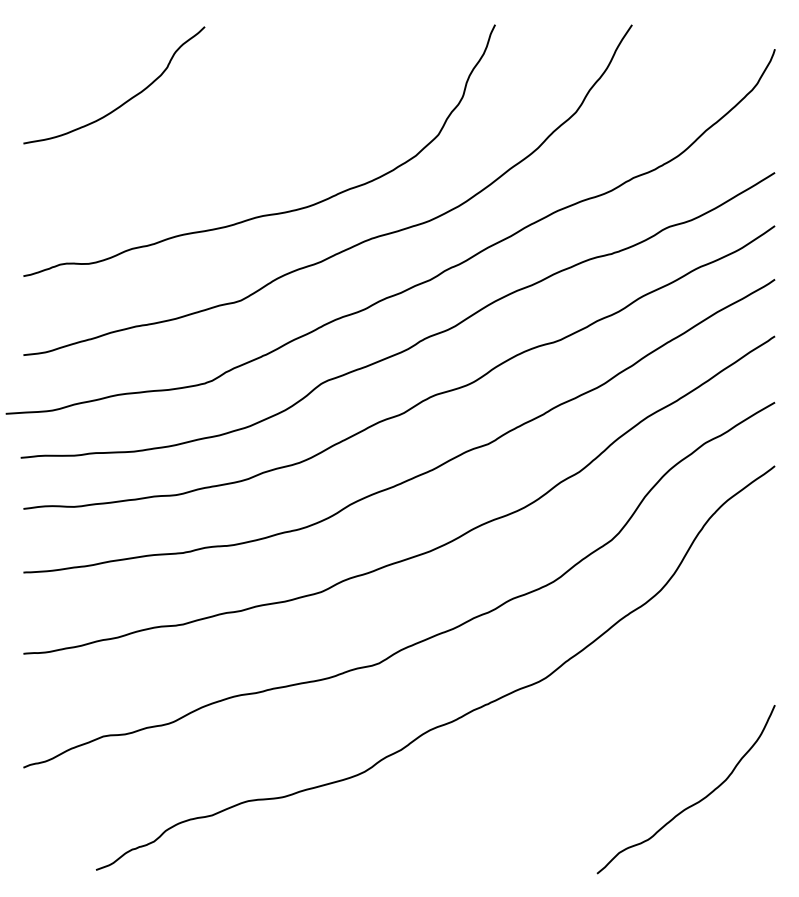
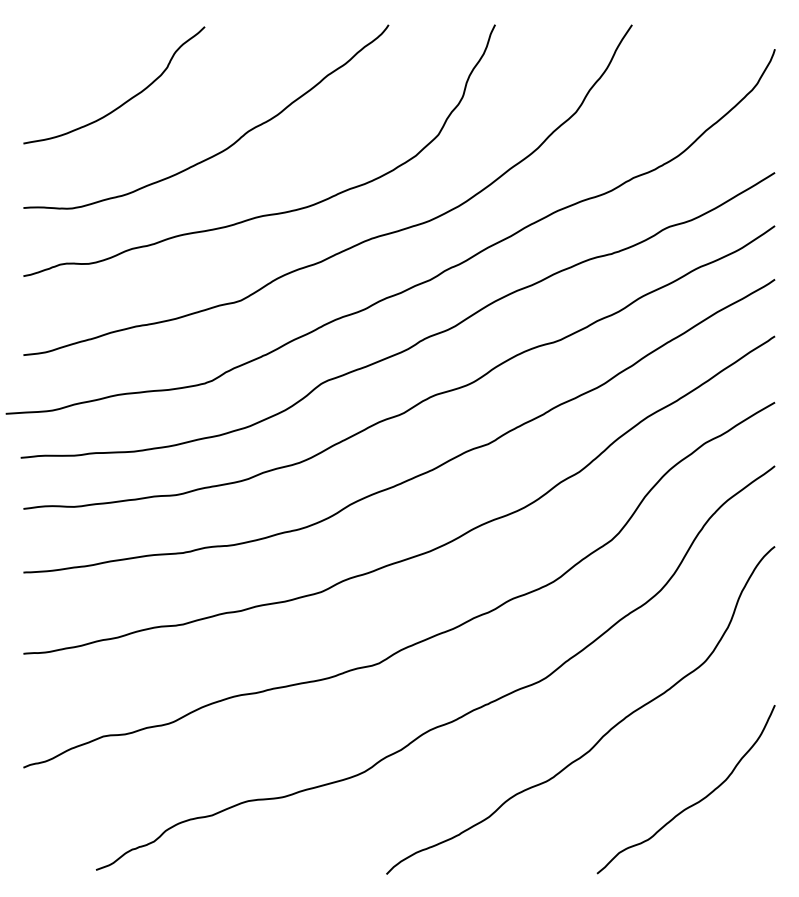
curve at (229, 145): none -> present
curve at (603, 734): none -> present
